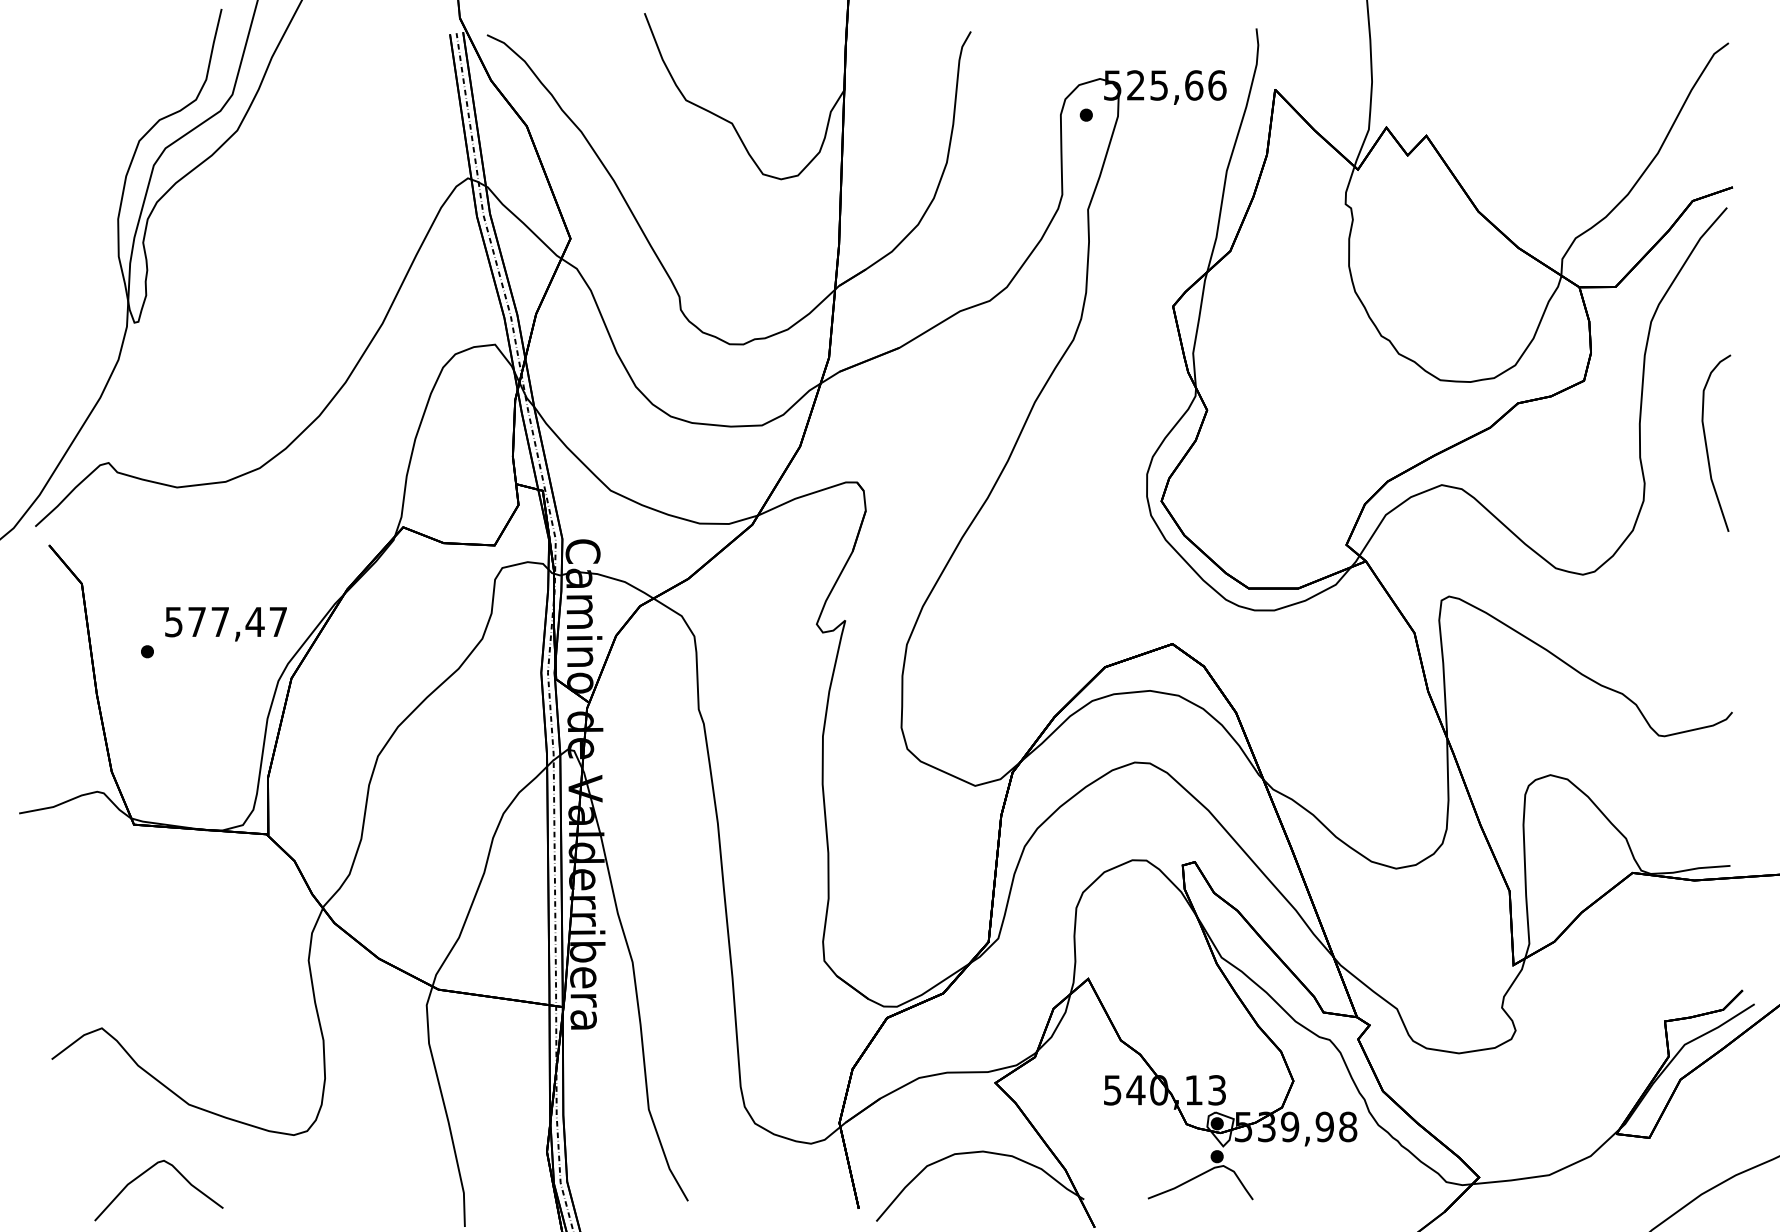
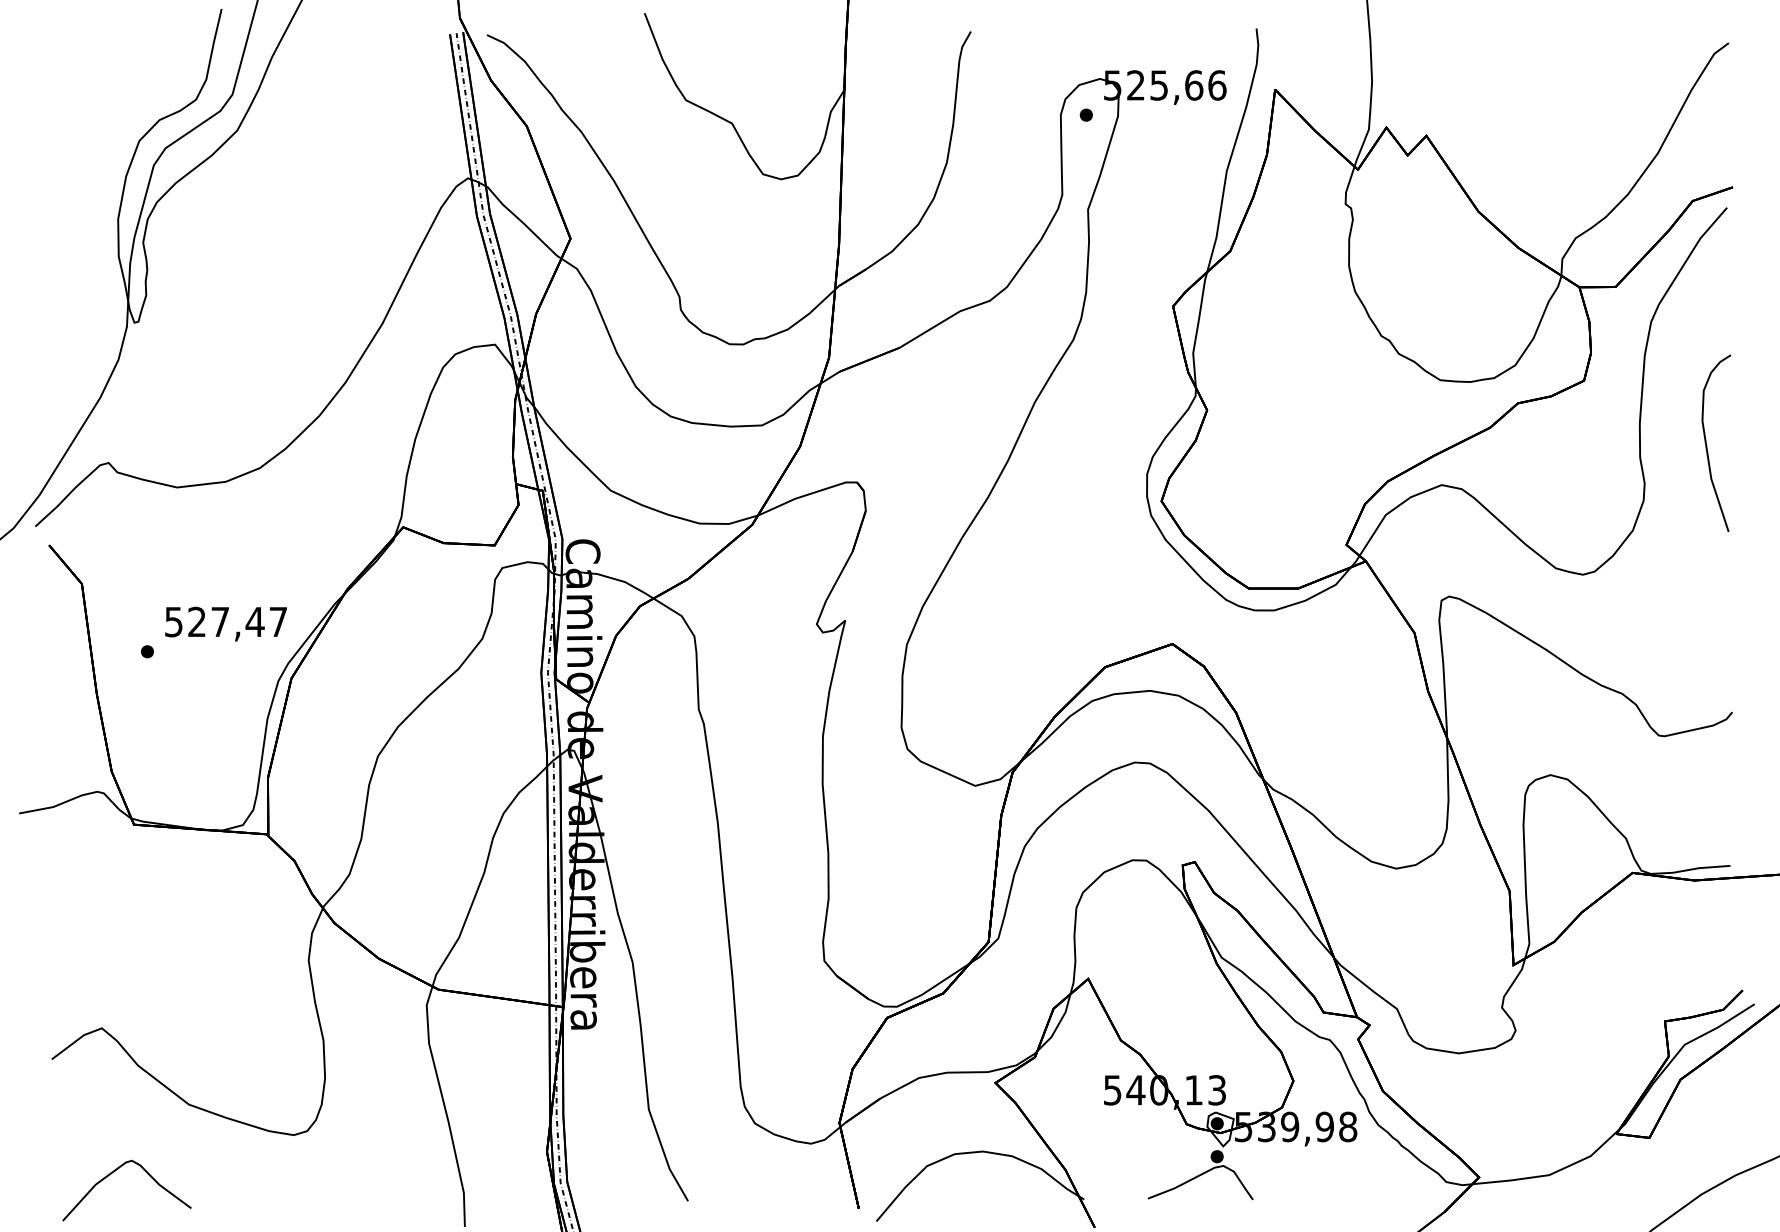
text at (196, 621): 577,47 -> 527,47
curve at (146, 1172) position: (146, 1172) -> (114, 1172)
